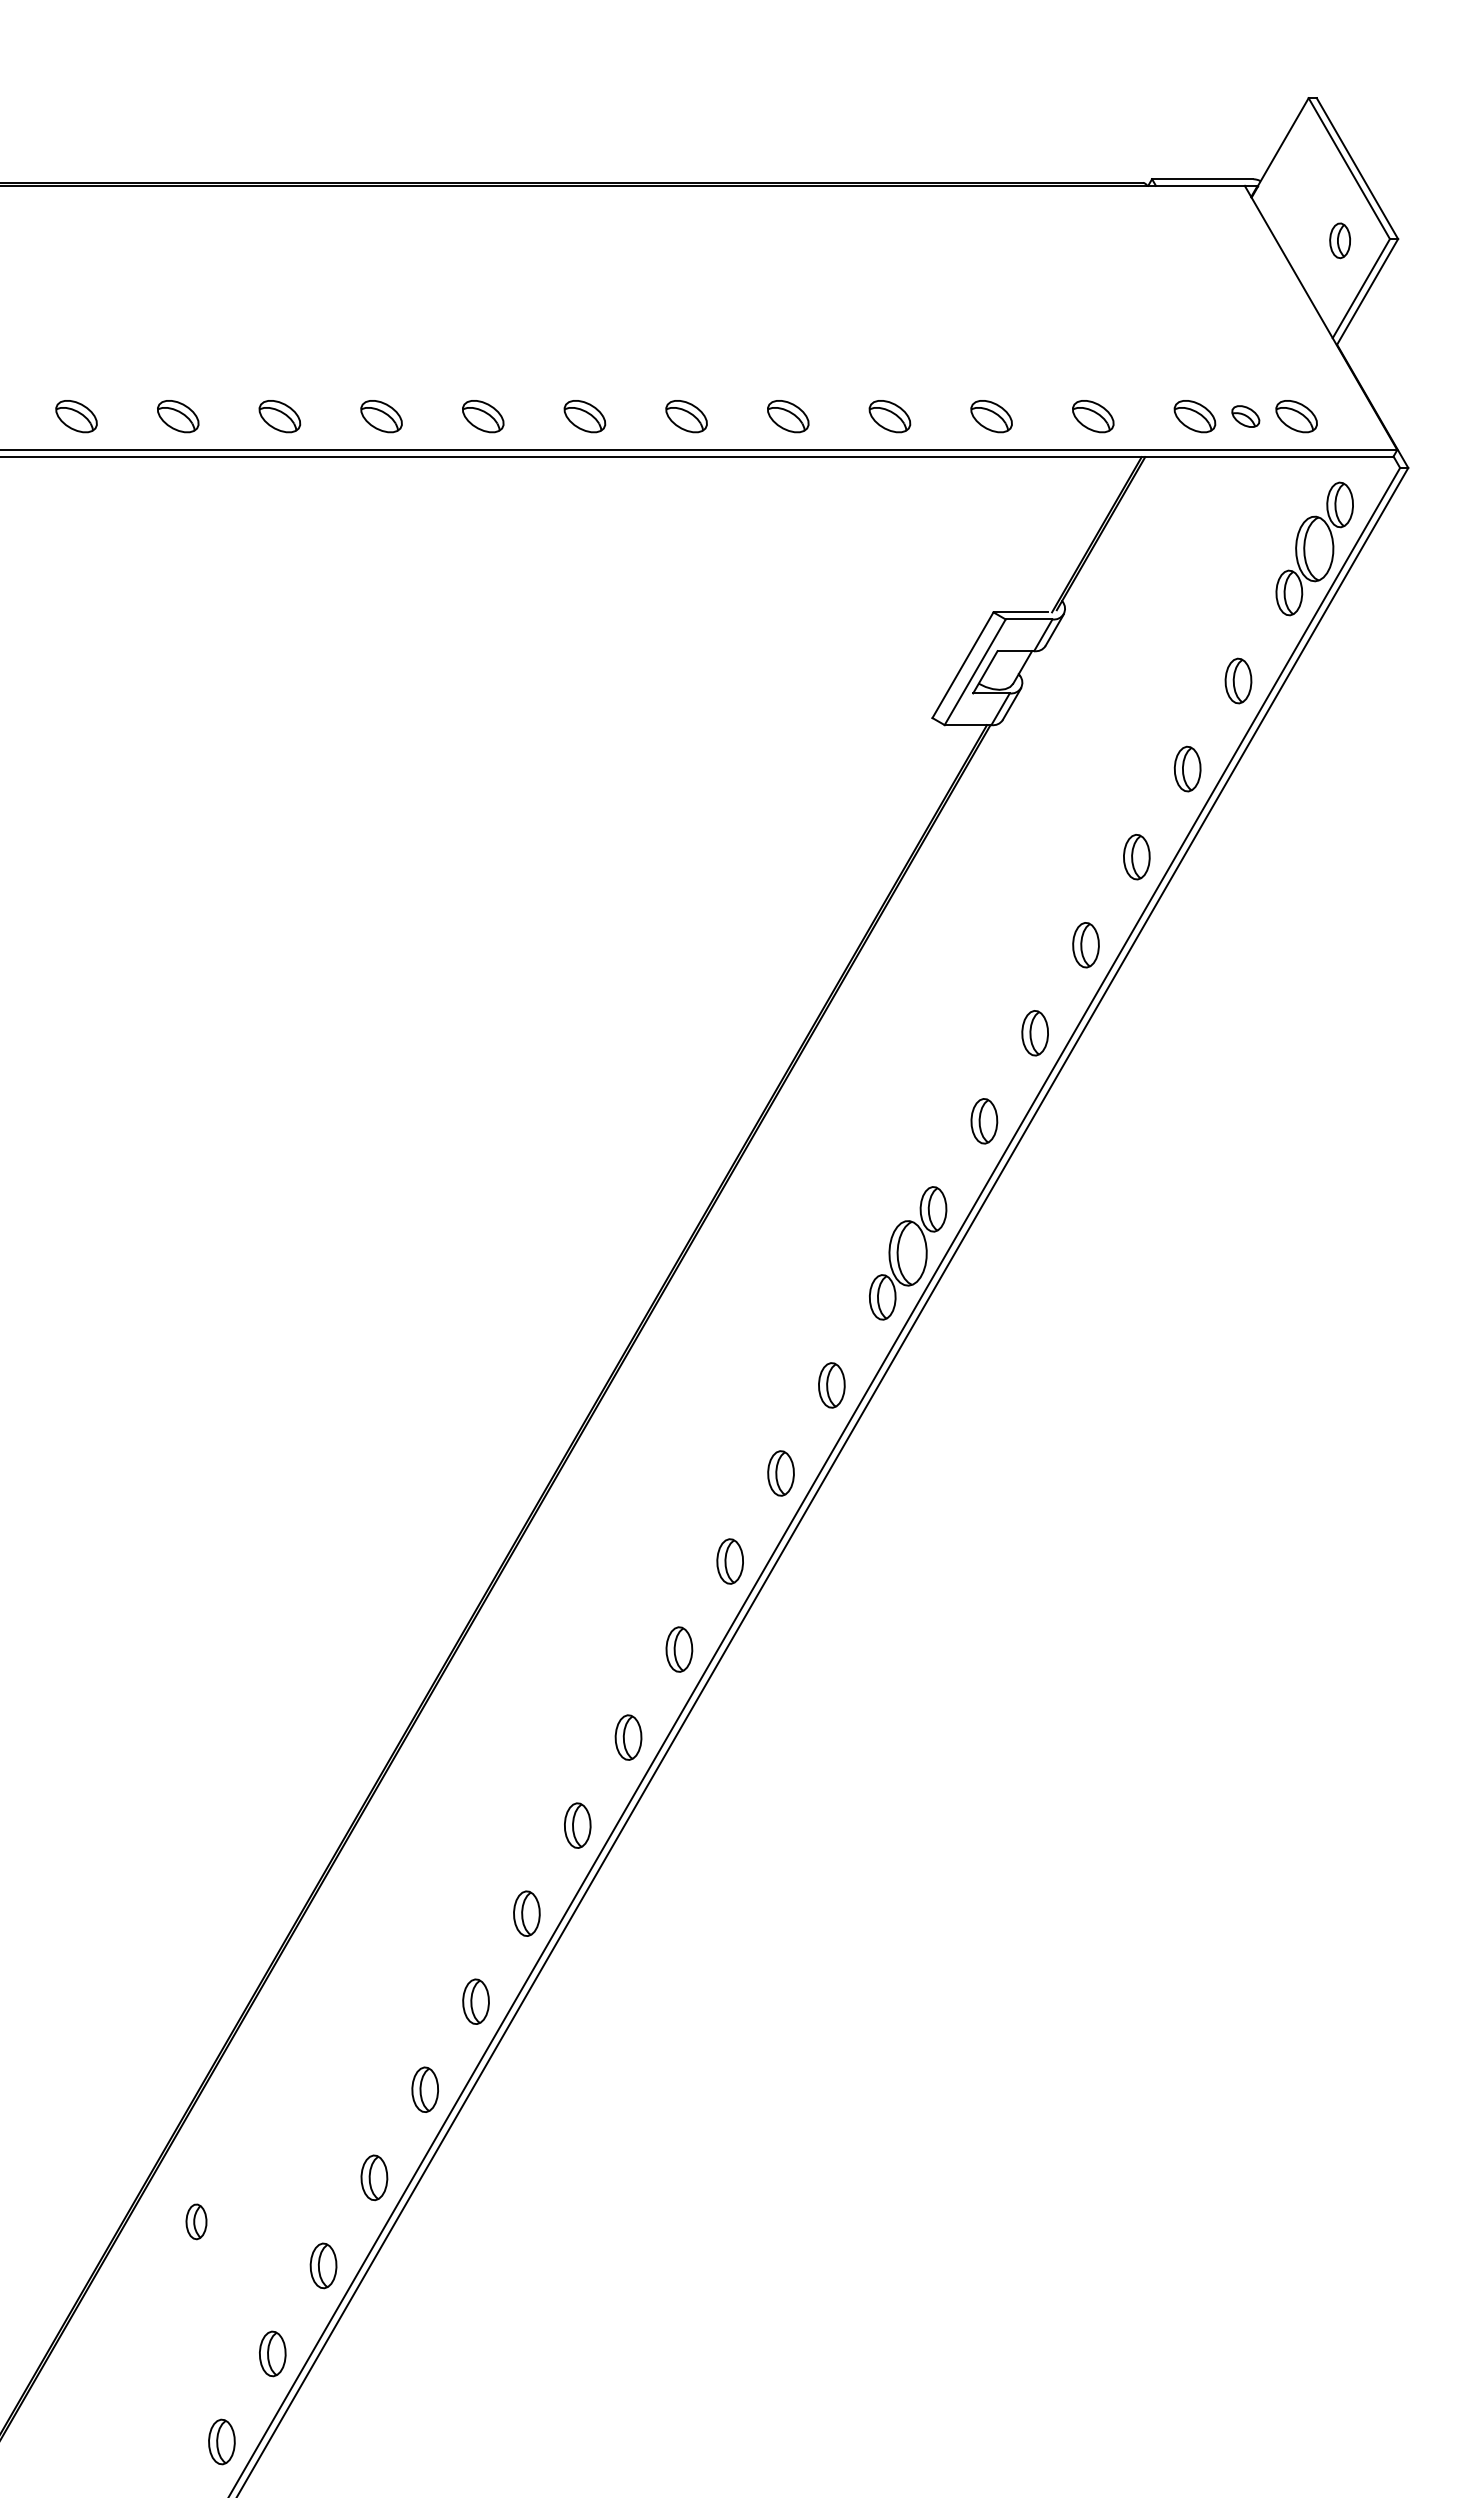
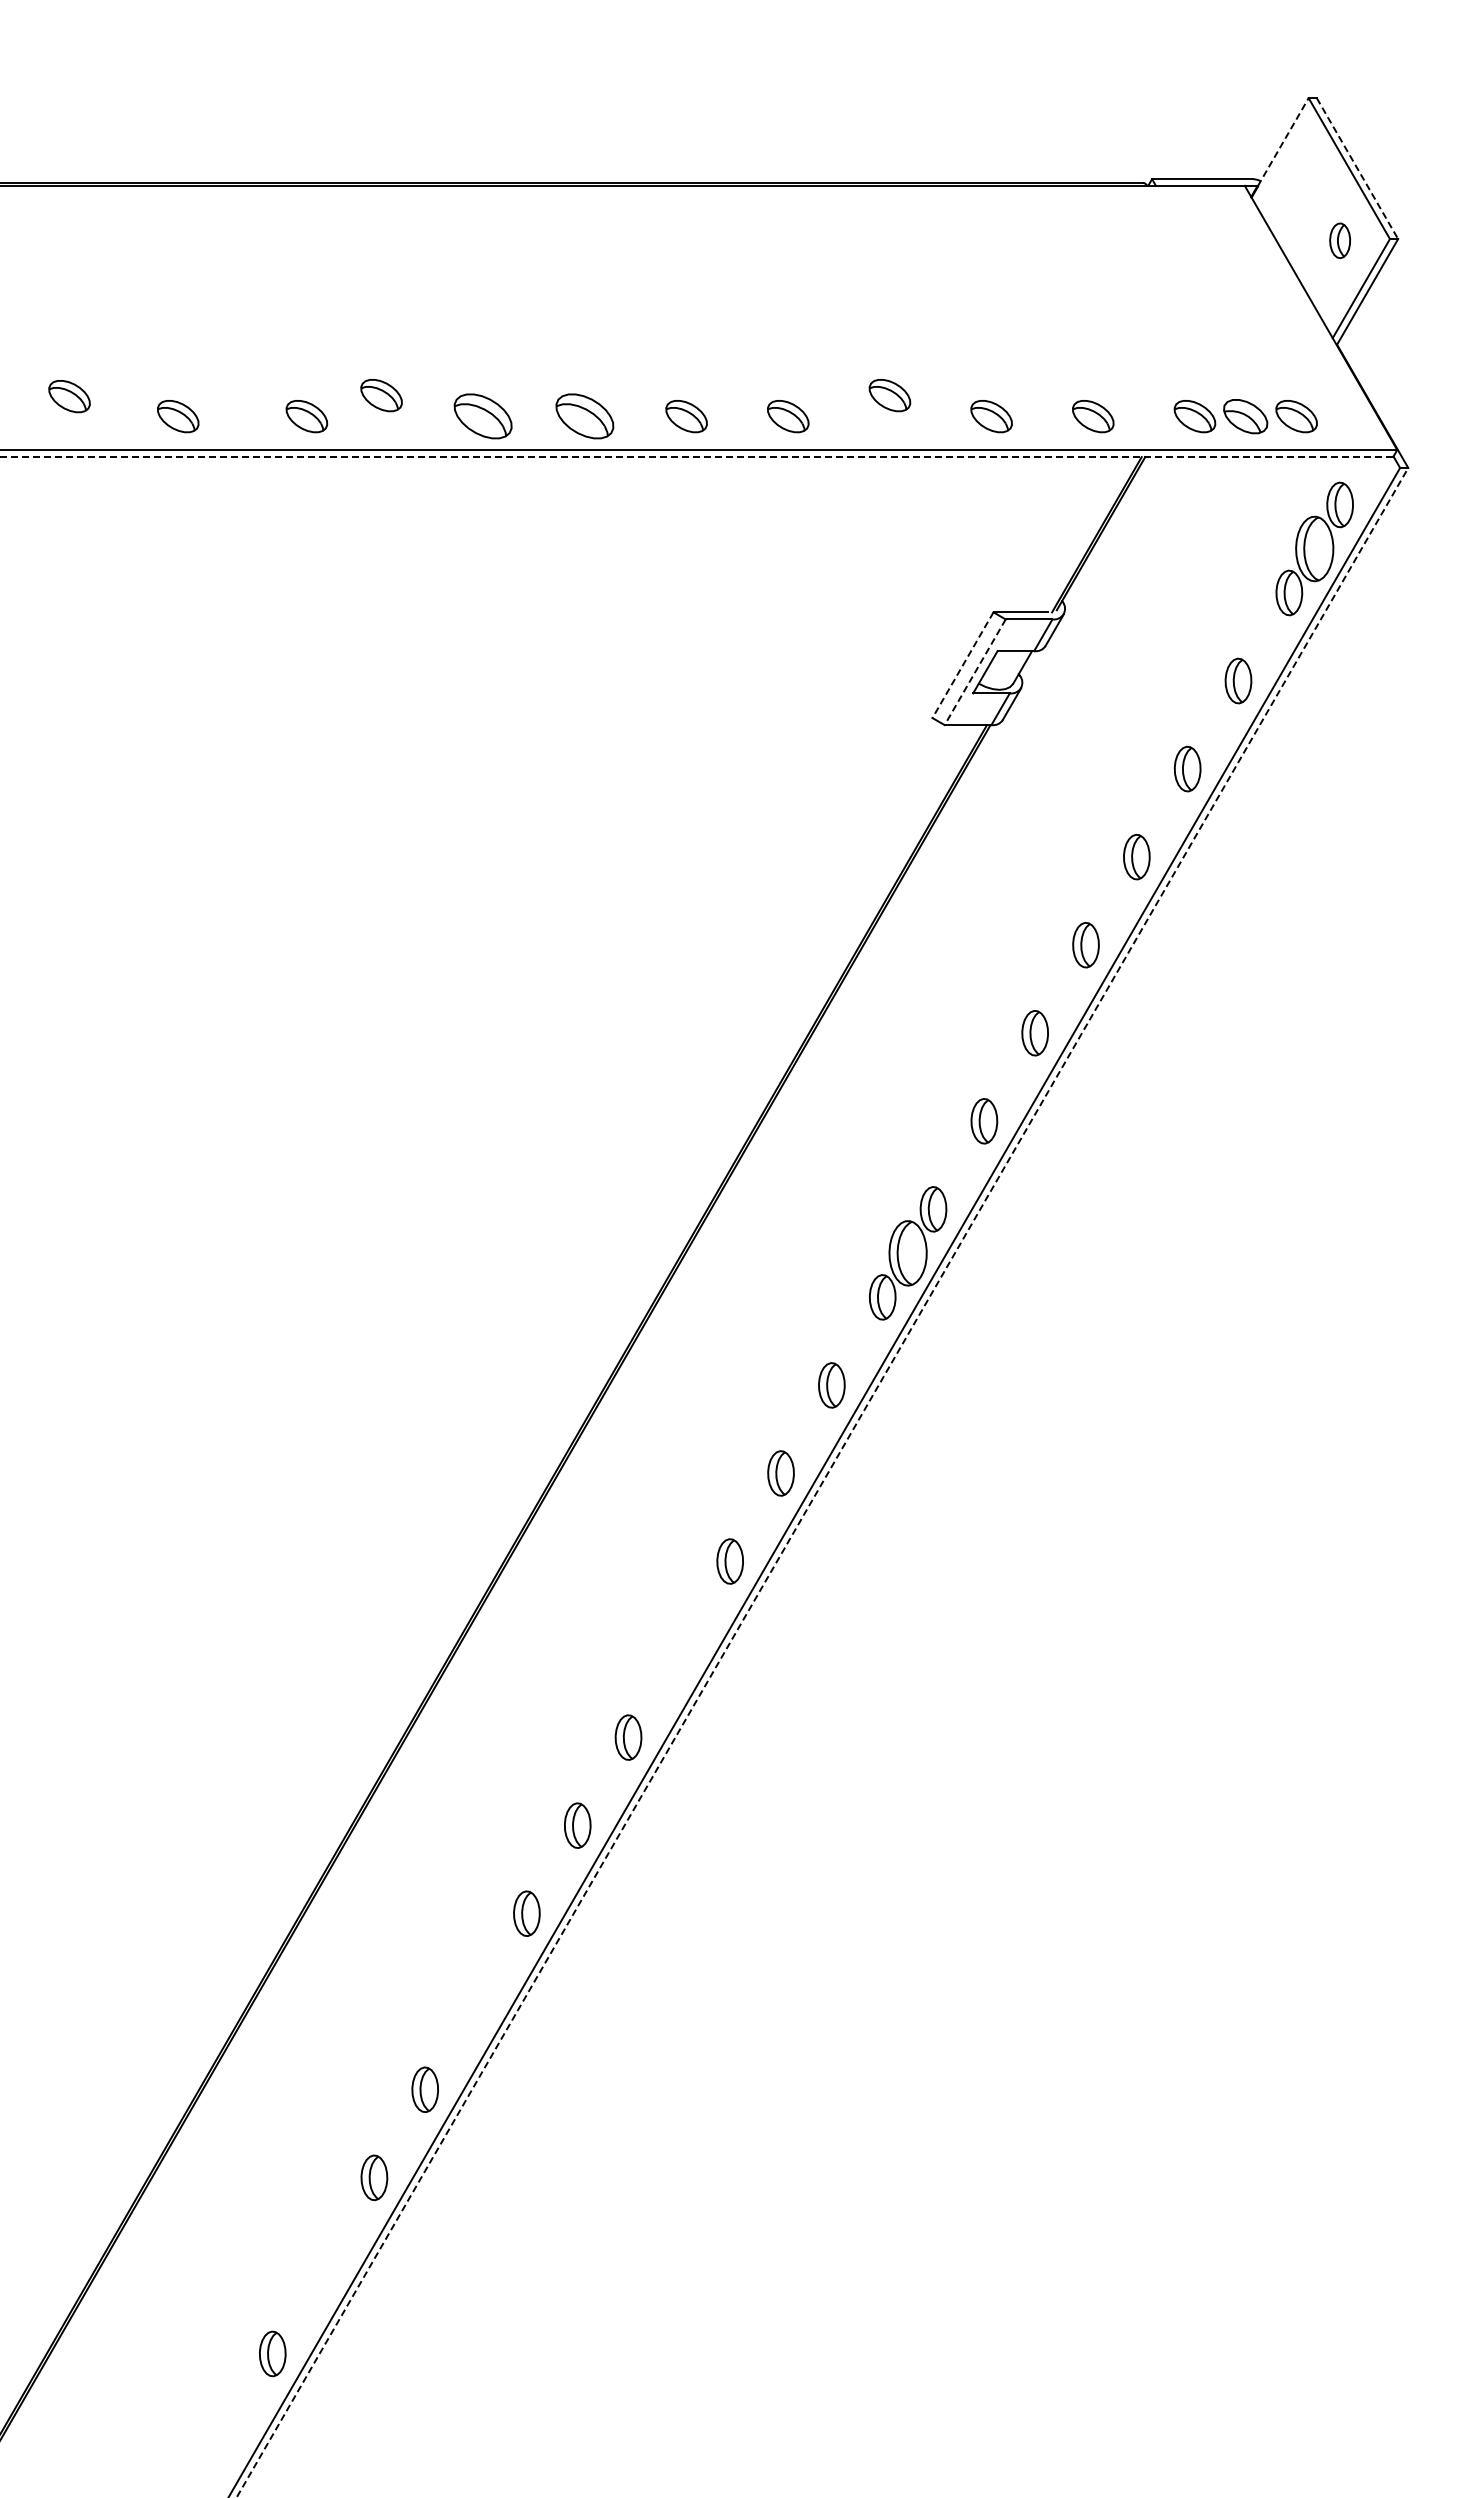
line at (1283, 142): solid -> dashed
line at (1357, 169): solid -> dashed
part at (76, 416) position: (76, 416) -> (69, 396)
part at (279, 416) position: (279, 416) -> (306, 416)
part at (381, 416) position: (381, 416) -> (381, 395)
part at (483, 416) size: 43x34 px -> 60x47 px
part at (584, 416) size: 44x34 px -> 60x47 px
part at (889, 416) position: (889, 416) -> (889, 395)
part at (1245, 416) size: 30x23 px -> 46x36 px
line at (696, 457): solid -> dashed
line at (962, 665): solid -> dashed
line at (975, 672): solid -> dashed
line at (822, 1482): solid -> dashed
part at (679, 1649): present -> none
part at (475, 2001): present -> none
part at (196, 2221): present -> none
part at (323, 2265): present -> none
part at (221, 2441): present -> none
